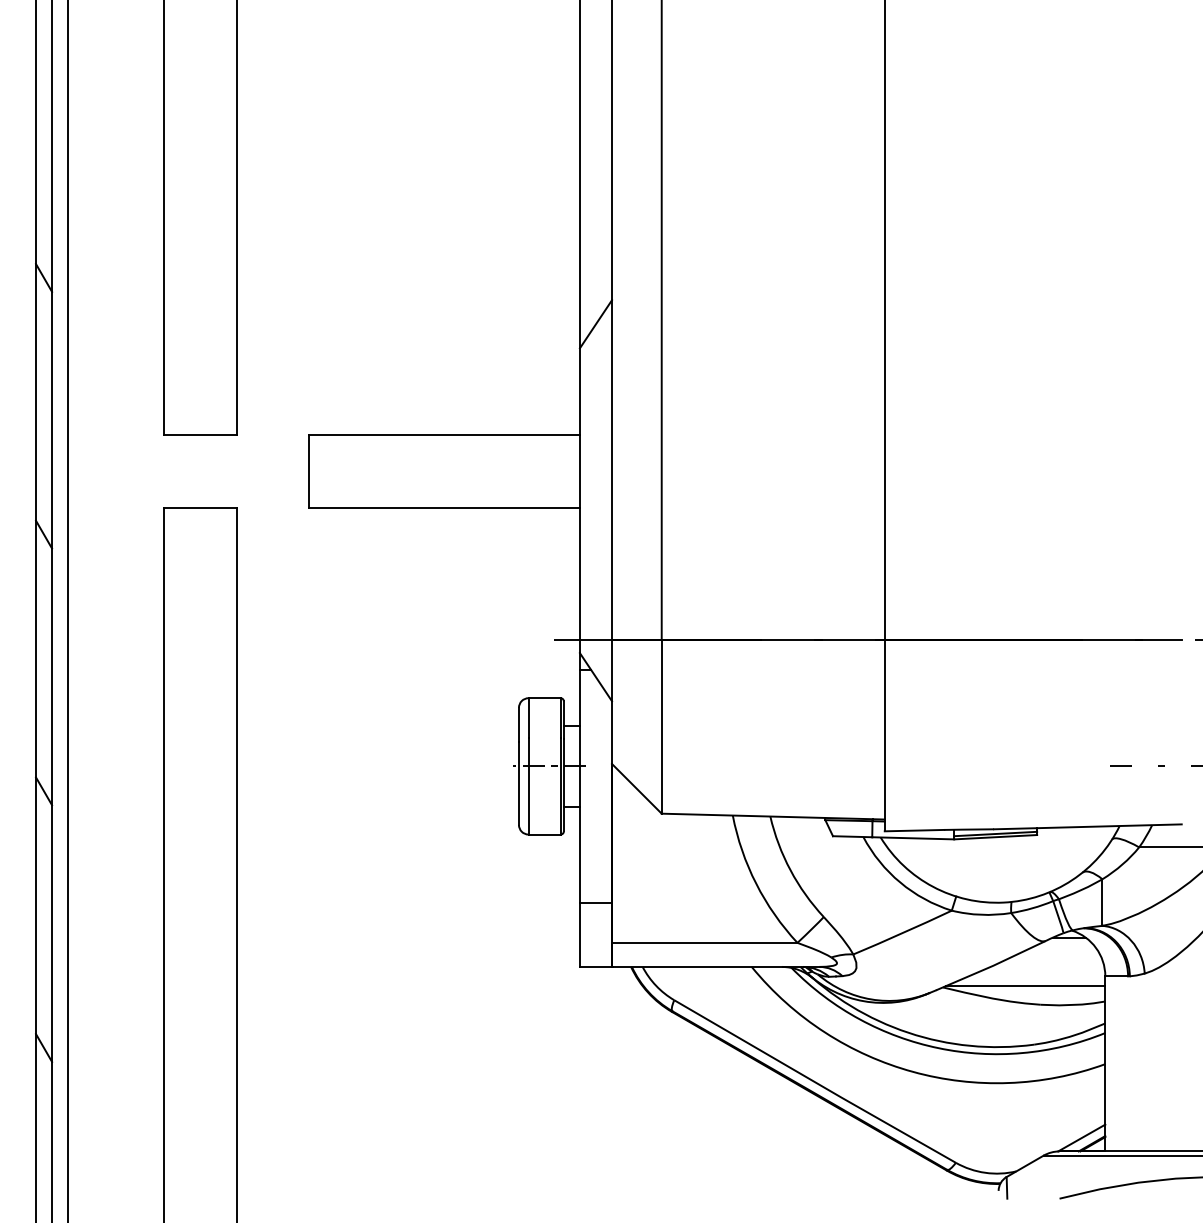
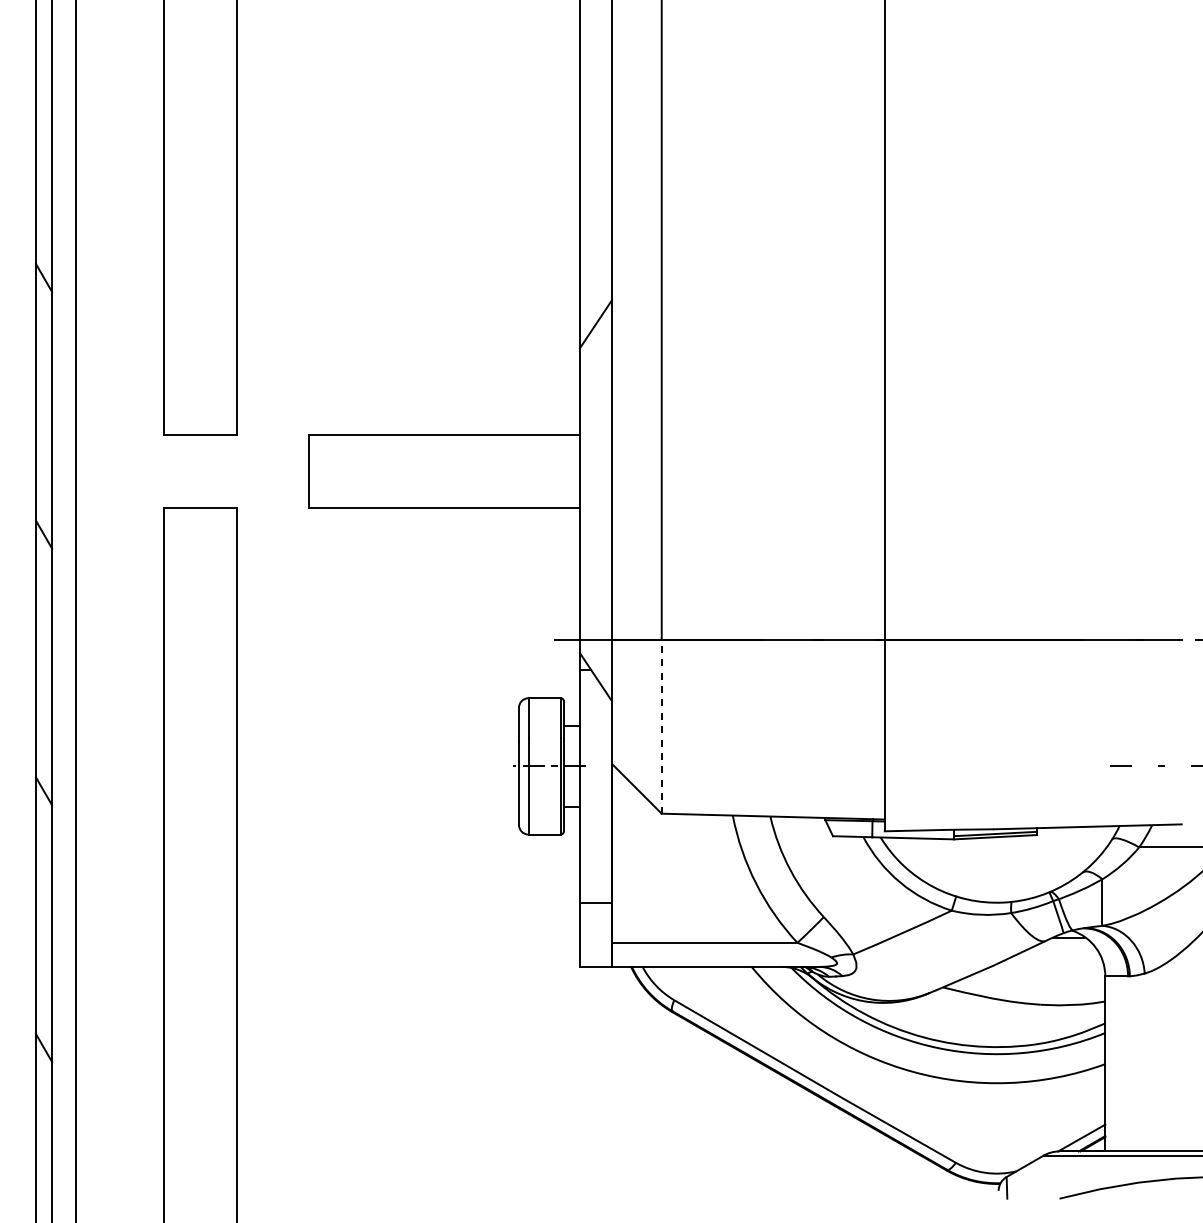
line at (68, 610) position: (68, 610) -> (76, 610)
line at (661, 726): solid -> dashed
line at (1025, 986): present -> none
